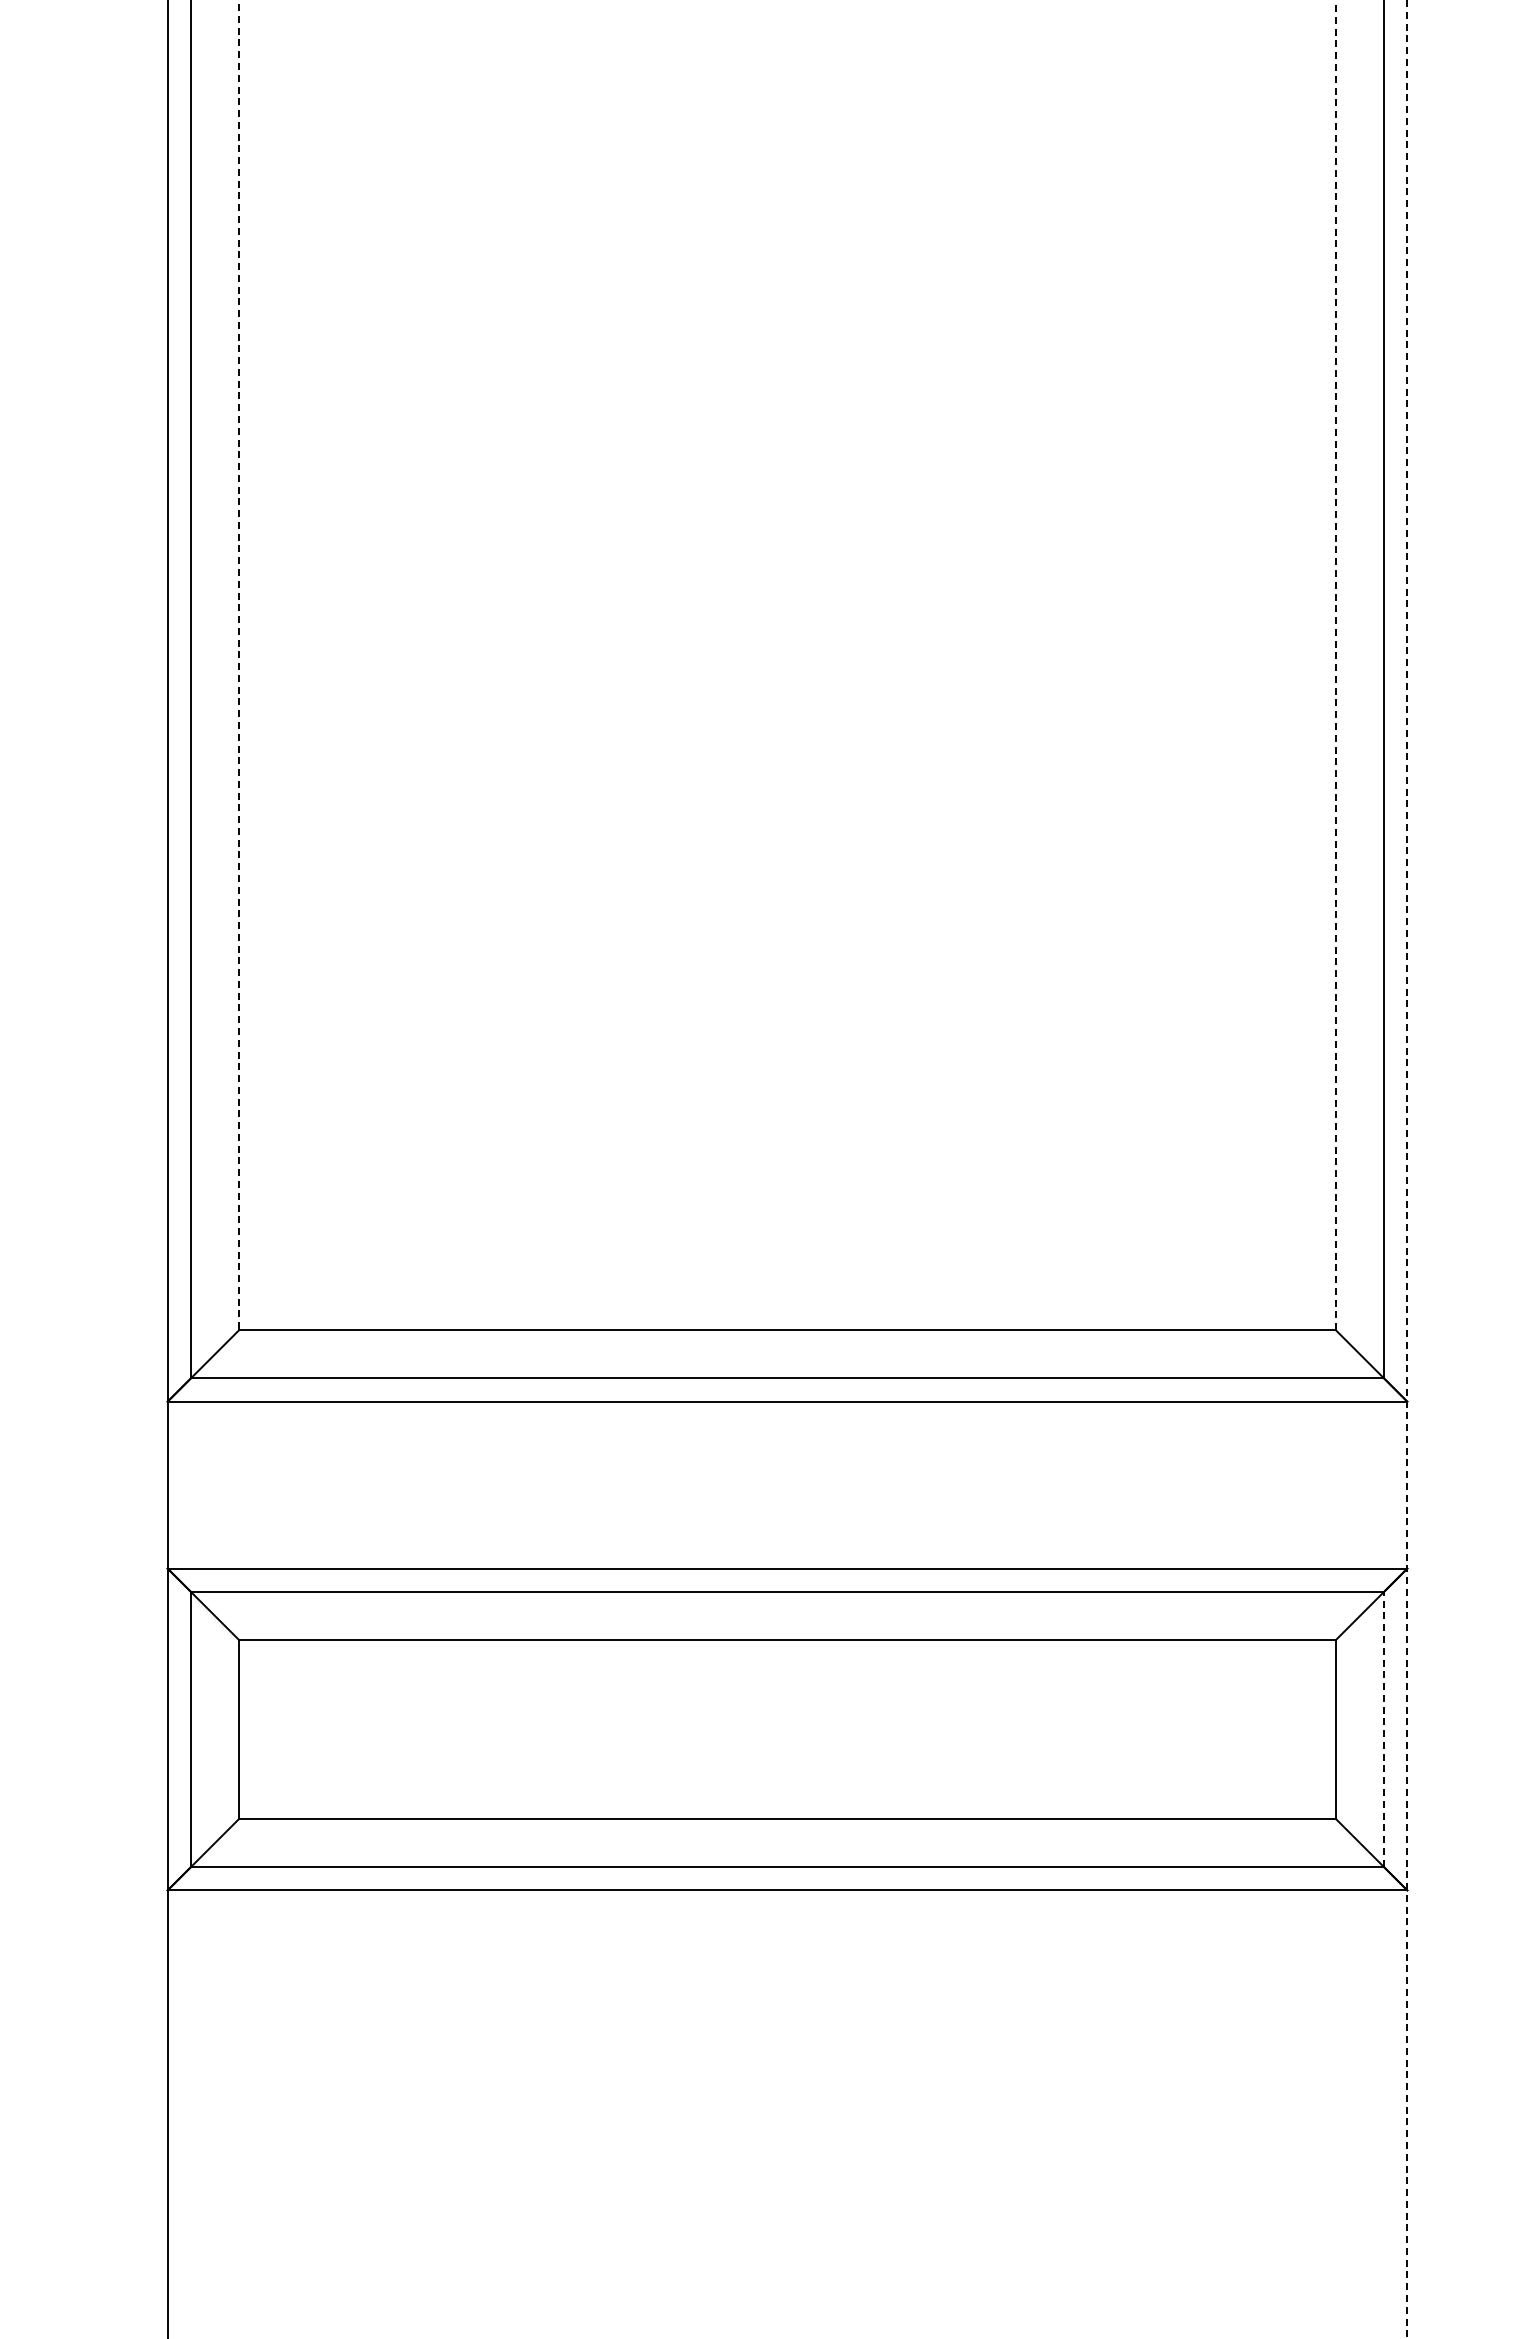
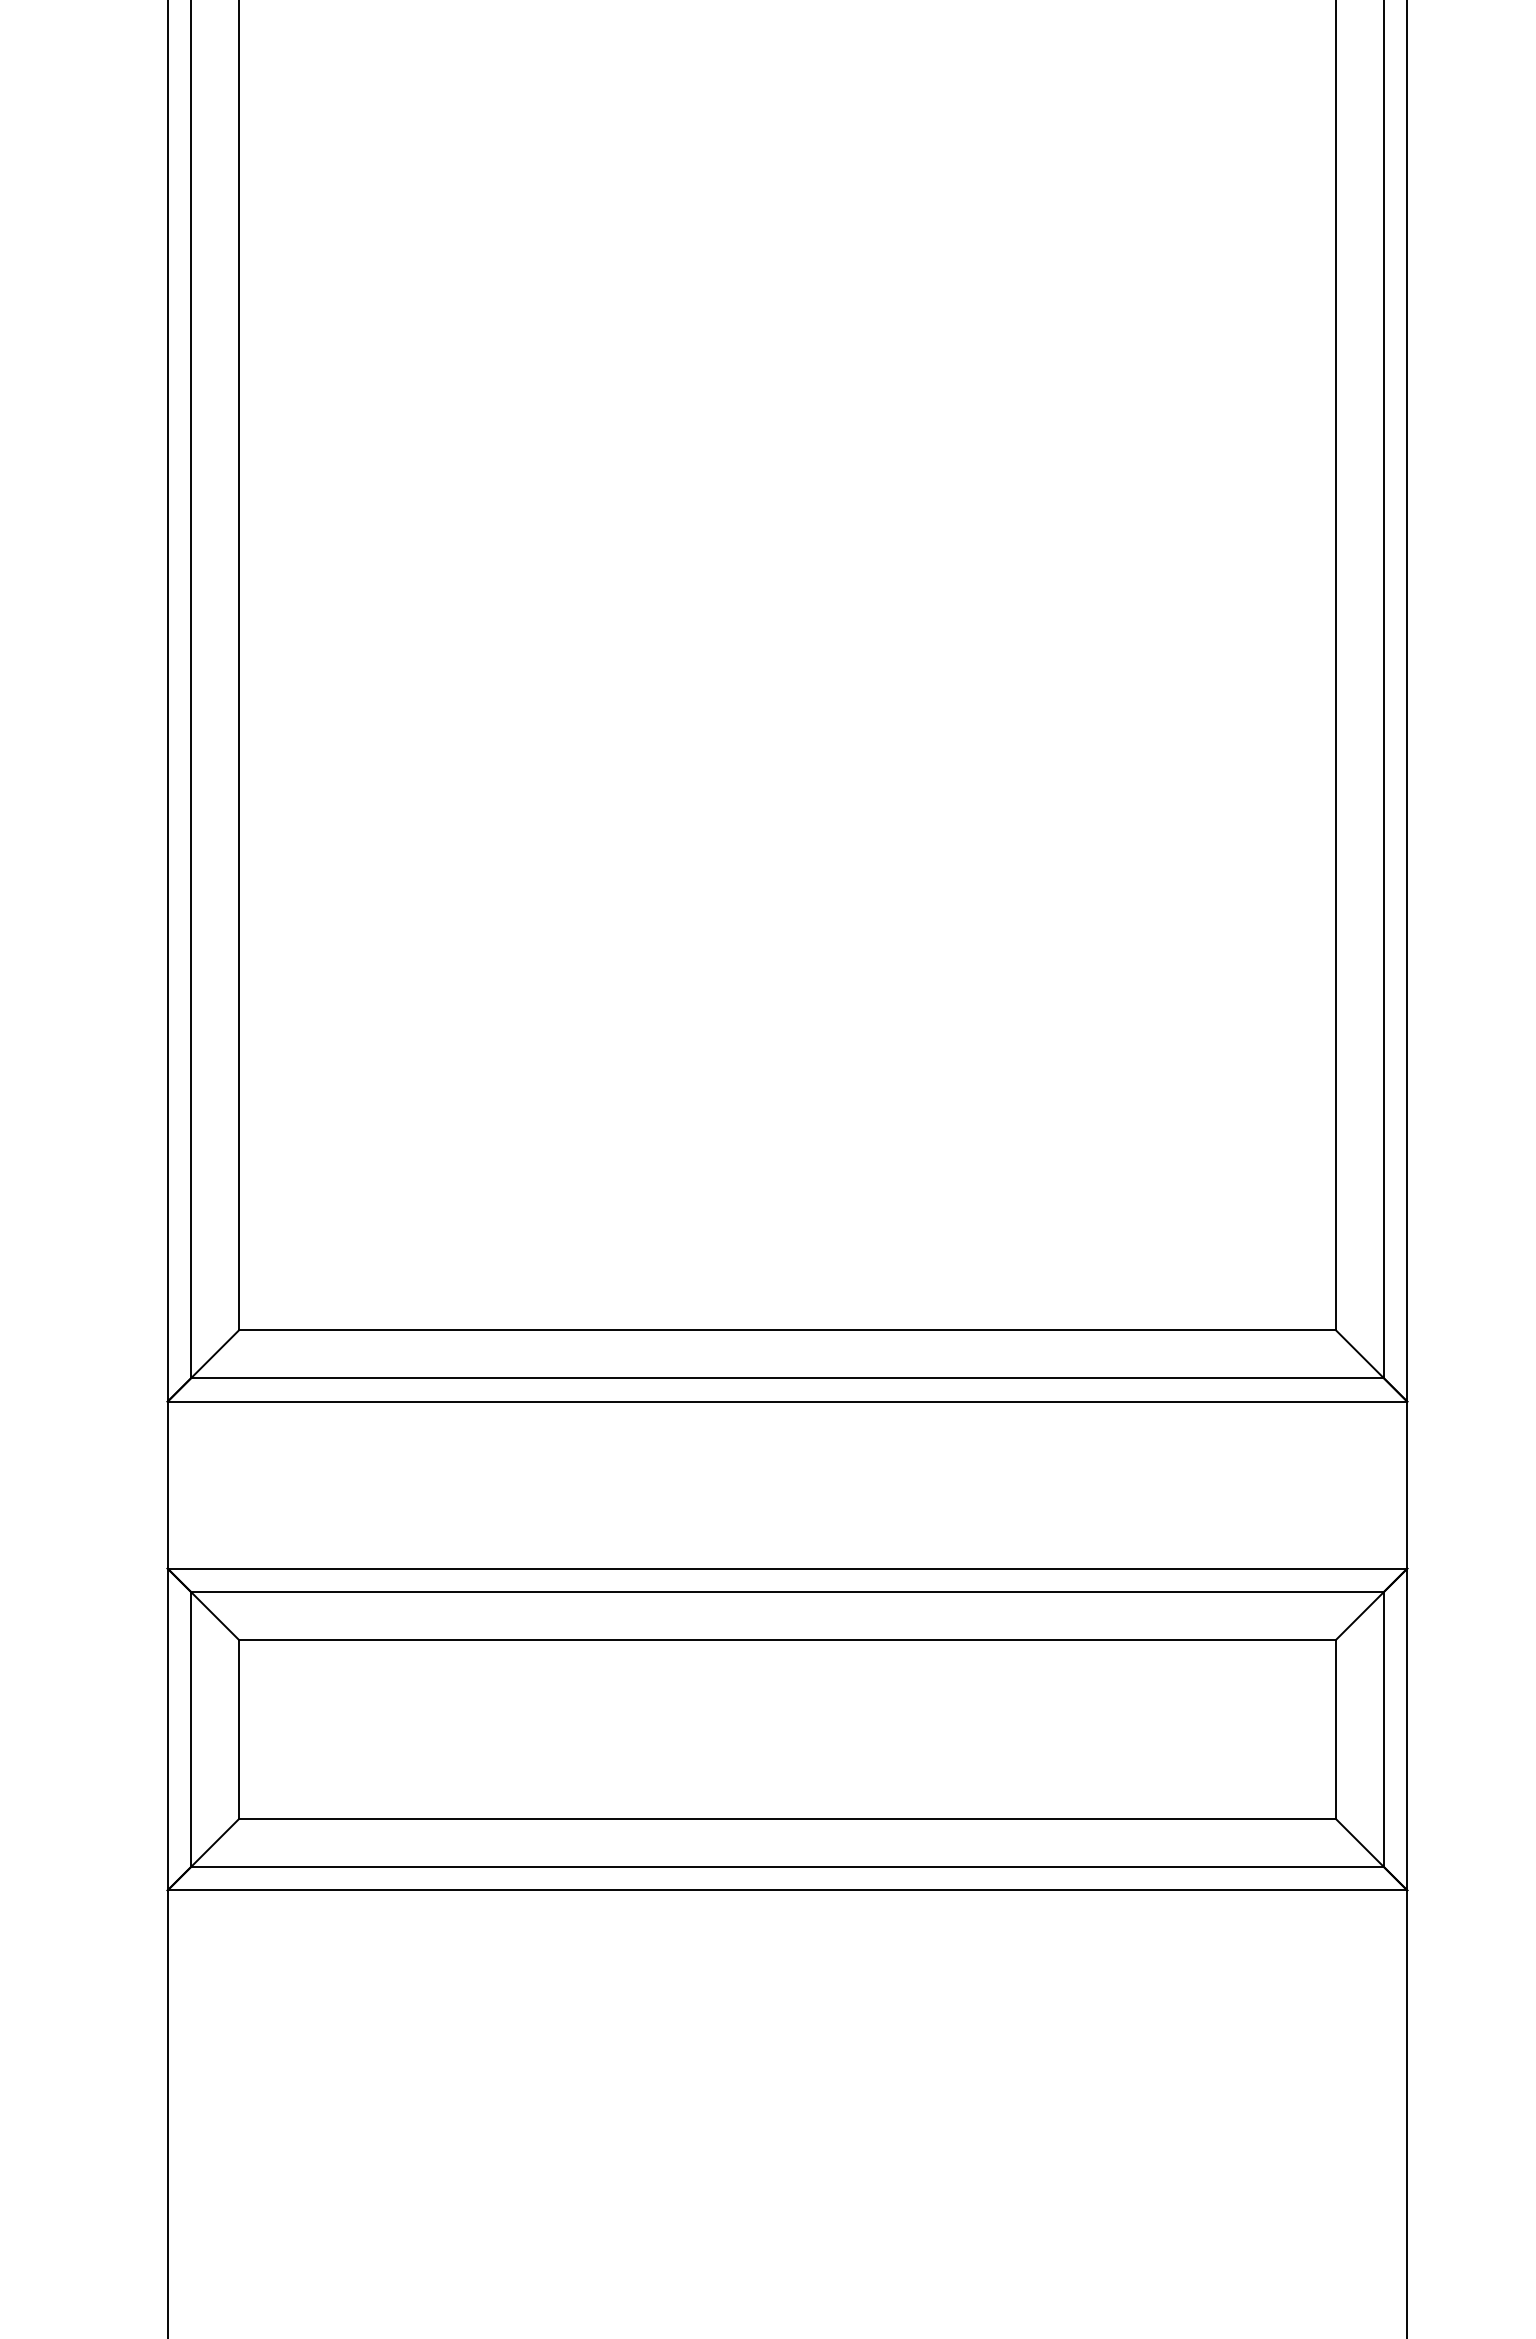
line at (239, 665): dashed -> solid
line at (1335, 665): dashed -> solid
line at (1407, 1169): dashed -> solid
line at (1383, 1729): dashed -> solid
